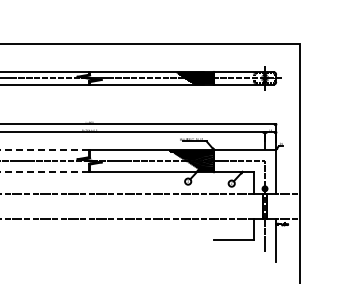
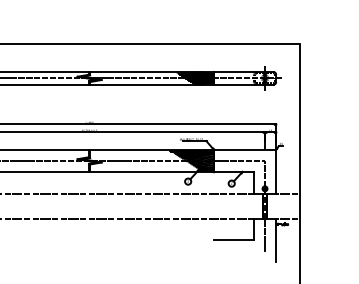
line at (44, 149): dashed -> solid
line at (44, 172): dashed -> solid
